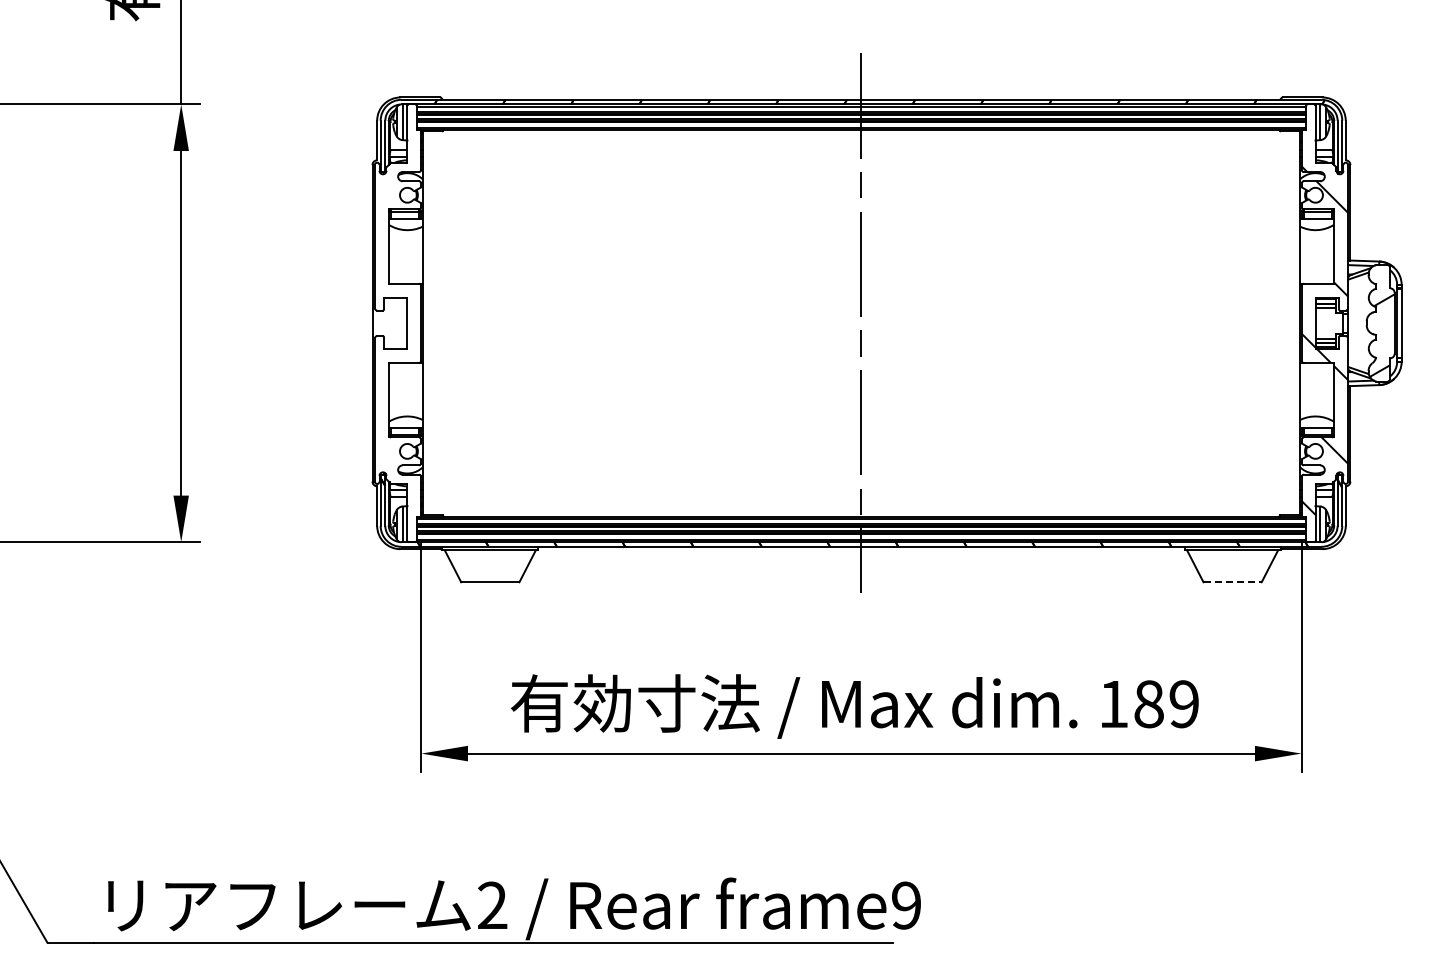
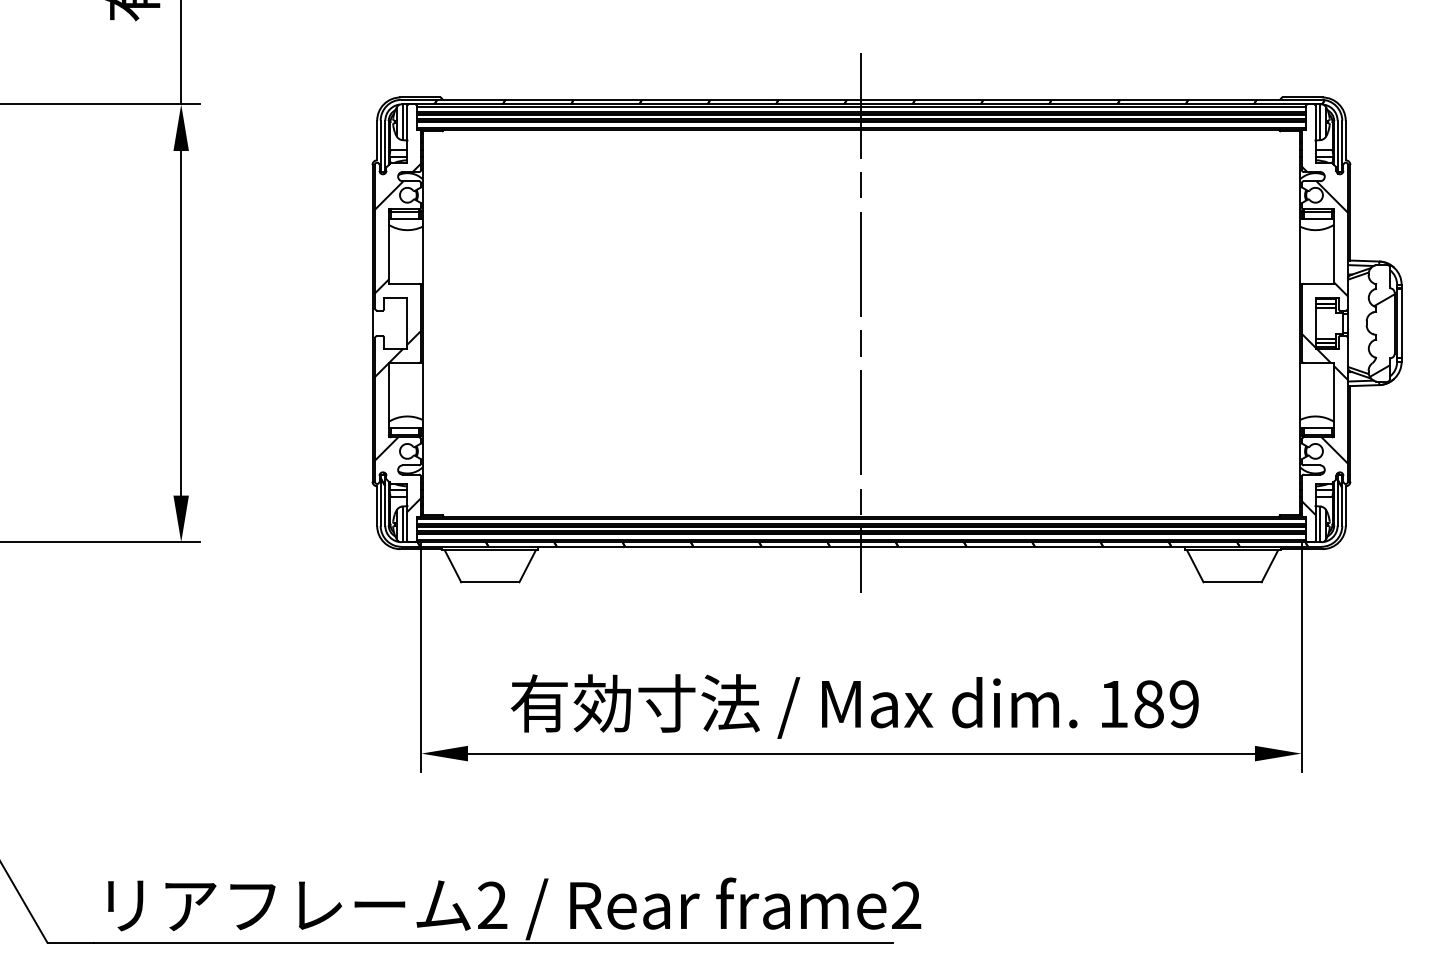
hatch at (397, 337): none -> present
line at (1233, 582): dashed -> solid
text at (906, 905): frame9 -> frame2
